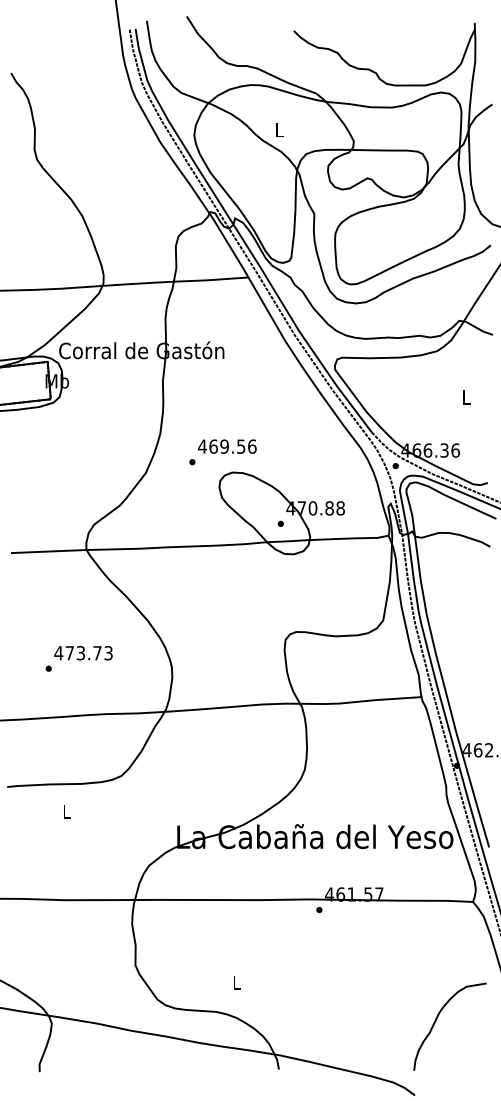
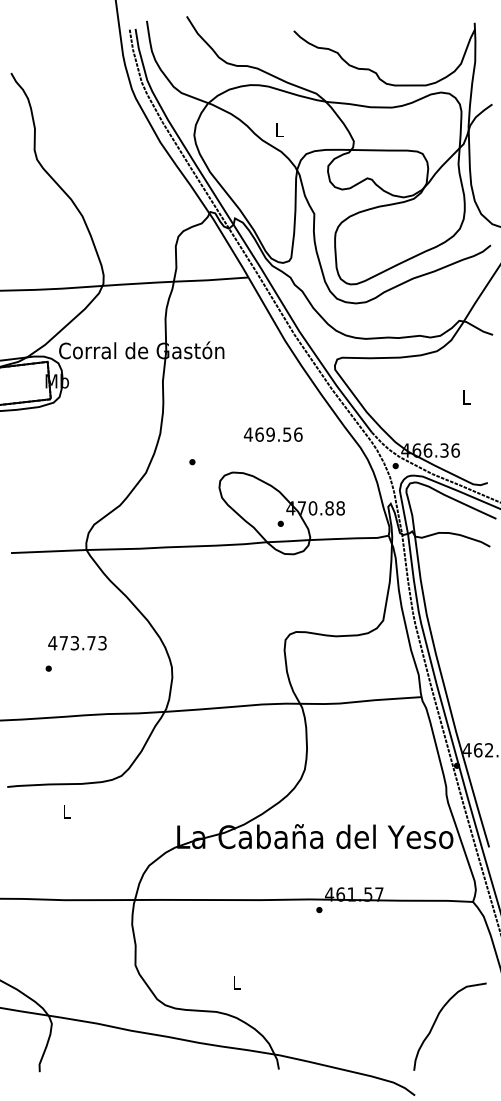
text at (226, 446) position: (226, 446) -> (272, 434)
text at (83, 653) position: (83, 653) -> (77, 643)
